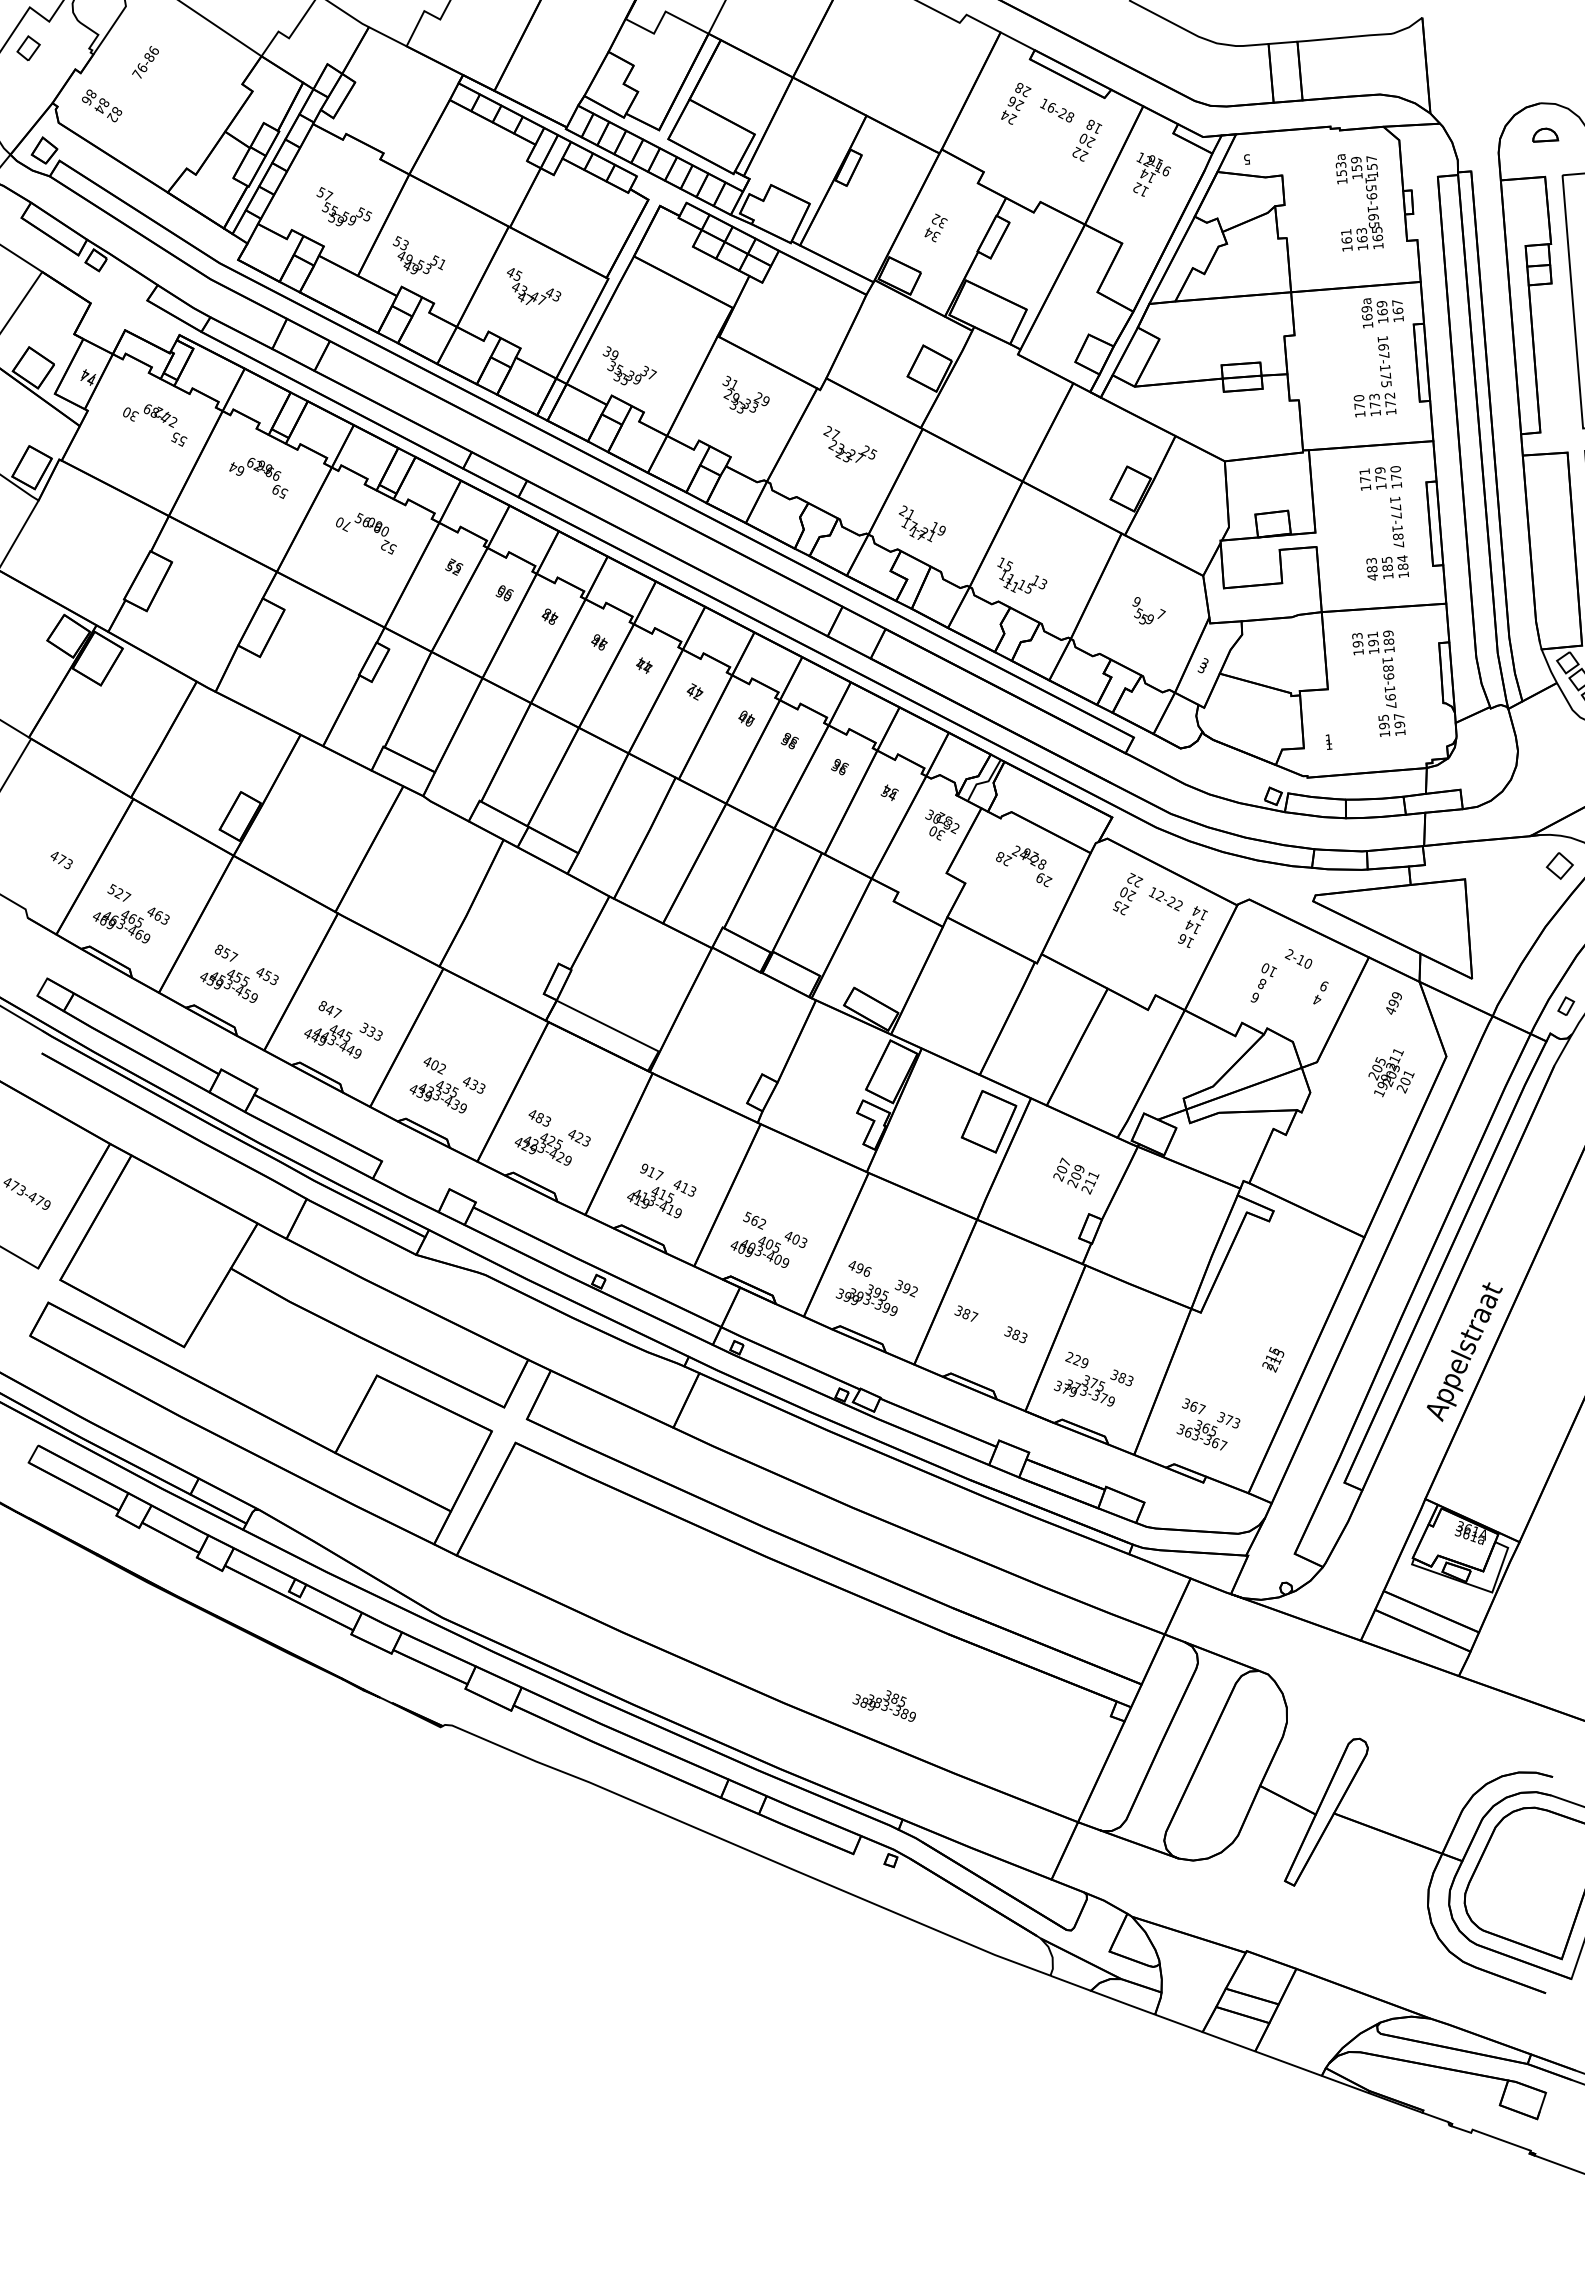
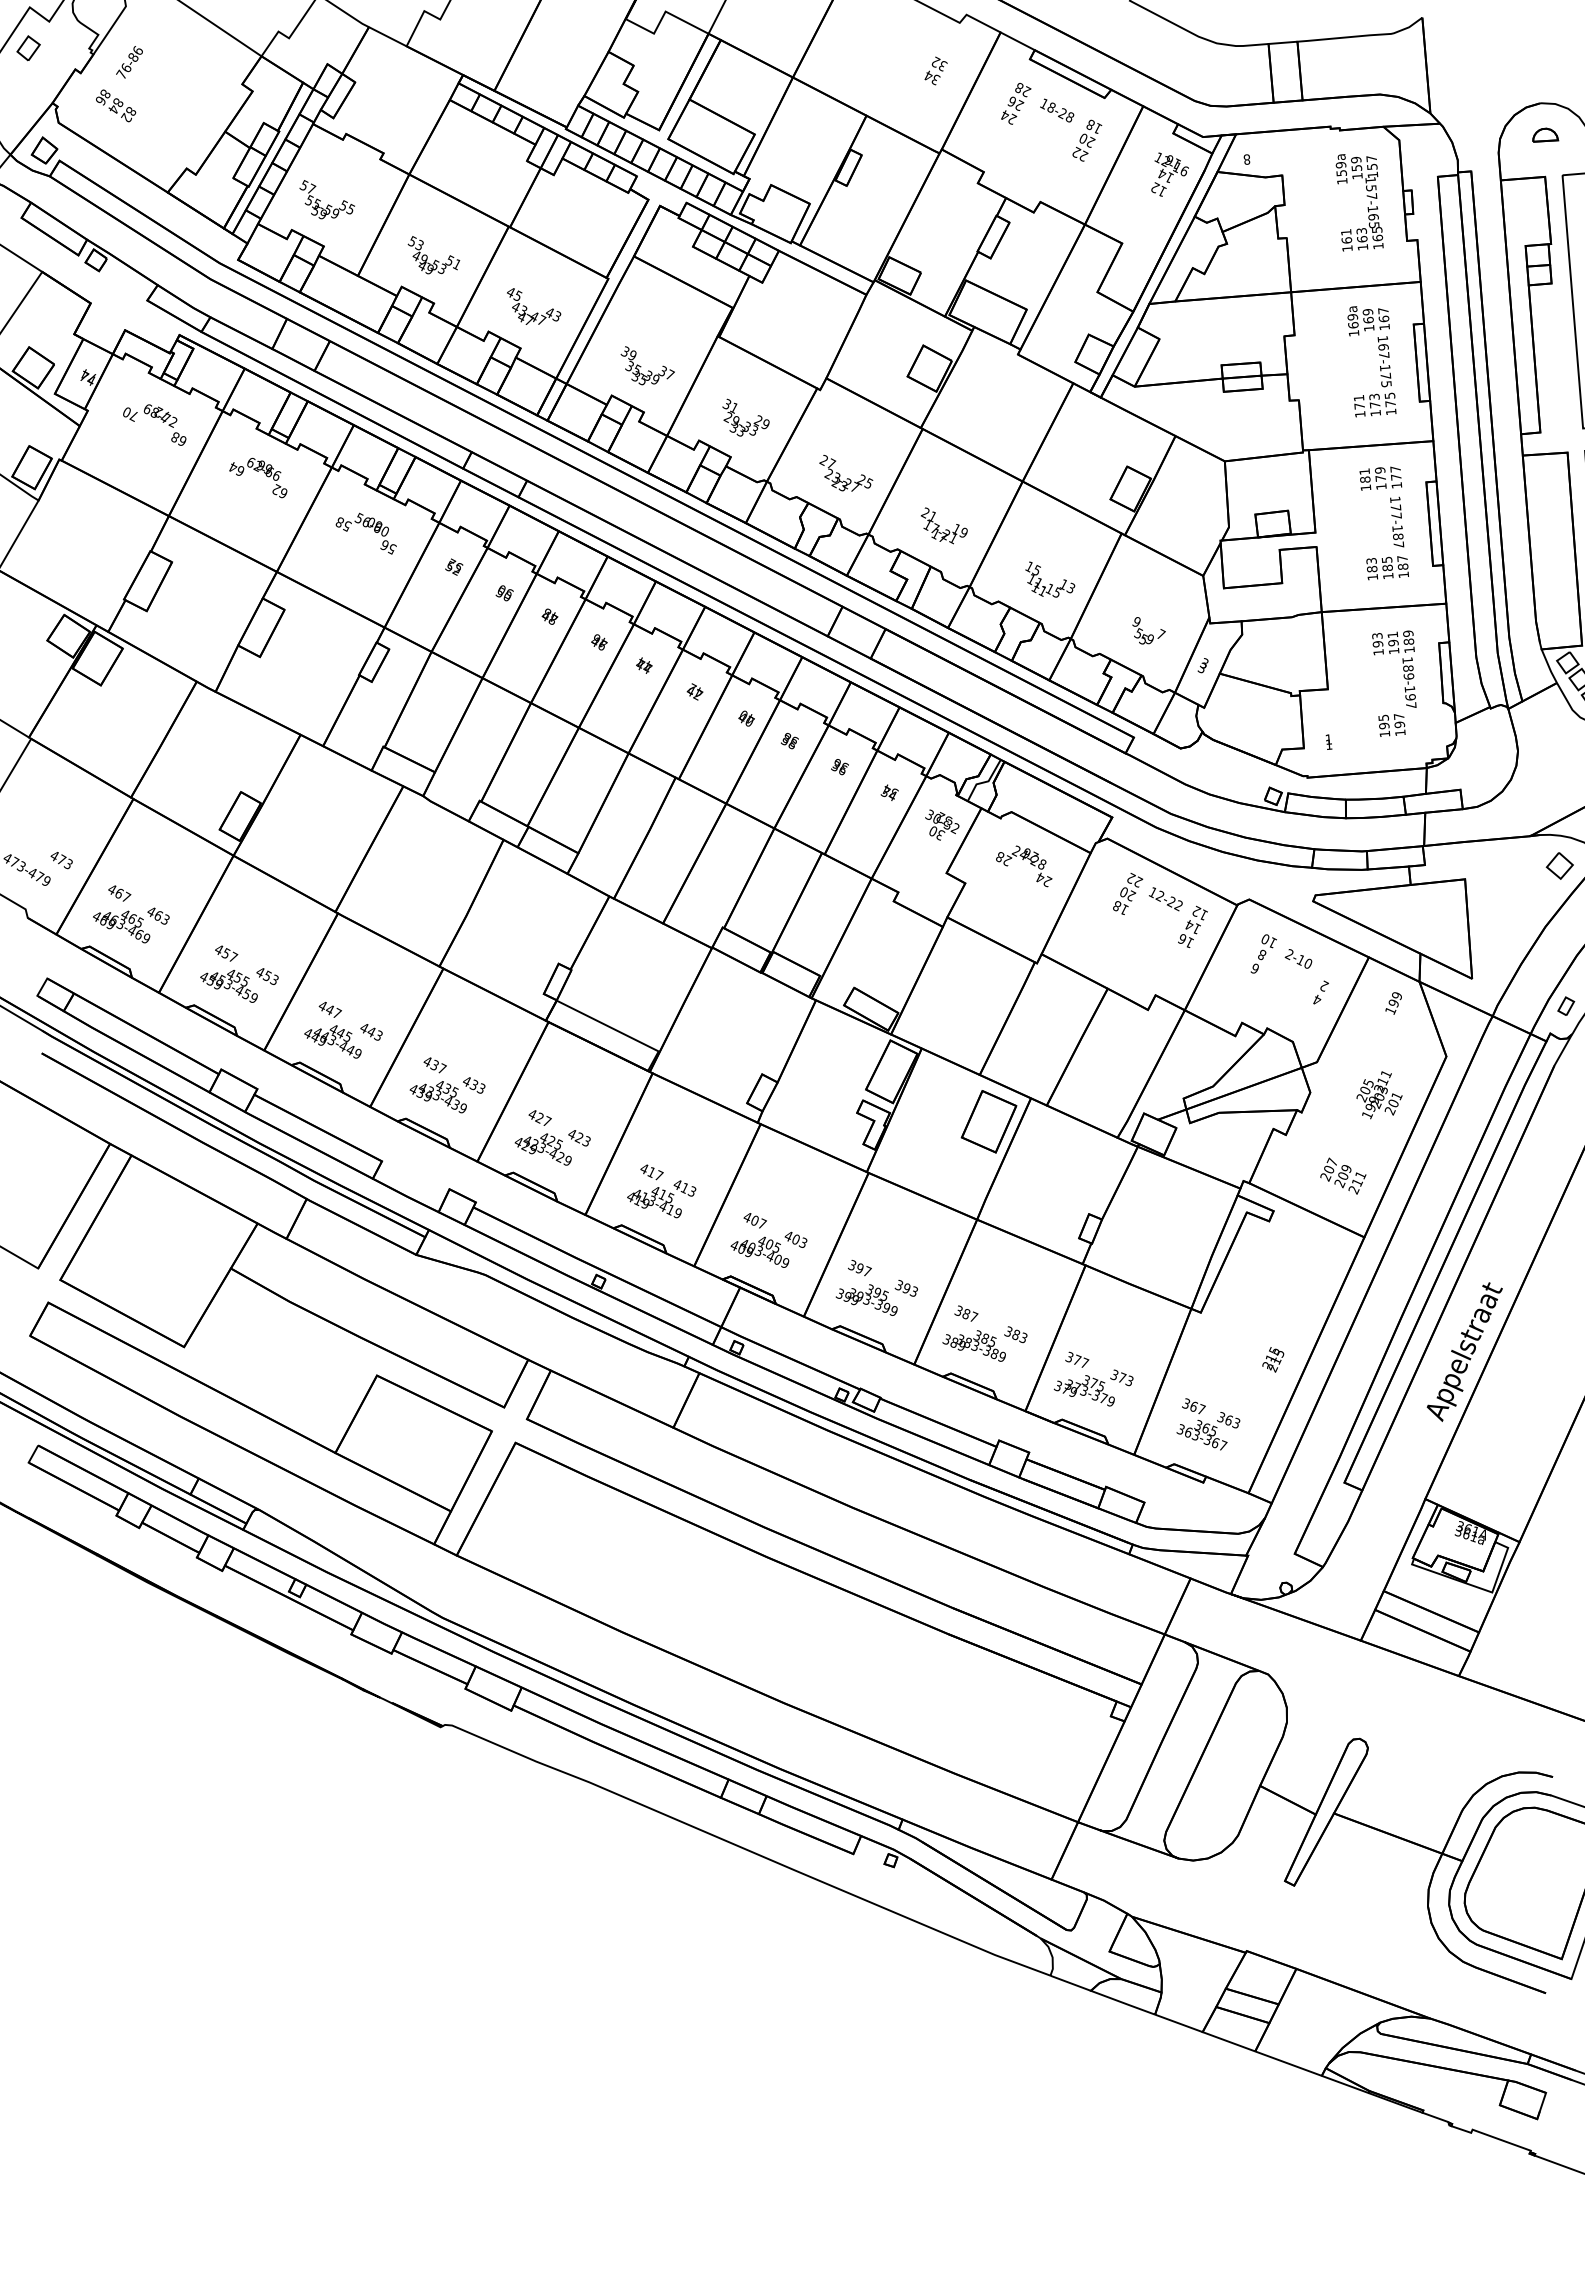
text at (145, 62) position: (145, 62) -> (129, 62)
text at (102, 105) position: (102, 105) -> (116, 105)
text at (1051, 106): 16-28 -> 18-28
text at (1246, 159): 5 -> 8
text at (1341, 165): 153a -> 159a
text at (1151, 174) position: (1151, 174) -> (1169, 174)
text at (1371, 196): 159-165 -> 157-165
text at (343, 206) position: (343, 206) -> (326, 199)
text at (935, 227) position: (935, 227) -> (935, 70)
text at (418, 255) position: (418, 255) -> (433, 255)
text at (534, 286) position: (534, 286) -> (534, 306)
text at (1382, 313) position: (1382, 313) -> (1368, 321)
text at (629, 365) position: (629, 365) -> (647, 365)
text at (745, 394) position: (745, 394) -> (745, 417)
text at (1389, 395): 172 -> 175
text at (1358, 398): 170 -> 171
text at (133, 416): 30 -> 70
text at (179, 439): 55 -> 68
text at (850, 444) position: (850, 444) -> (846, 473)
text at (1395, 469): 170 -> 177
text at (1365, 479): 171 -> 181
text at (280, 491): 59 -> 62
text at (922, 523) position: (922, 523) -> (944, 525)
text at (343, 524): 70 -> 58
text at (384, 544): 52 -> 56
text at (1402, 558): 184 -> 187
text at (1022, 575) position: (1022, 575) -> (1050, 579)
text at (1372, 576): 483 -> 183
text at (1148, 610) position: (1148, 610) -> (1148, 630)
text at (1374, 668) position: (1374, 668) -> (1394, 668)
text at (1040, 877): 29 -> 24
text at (115, 891): 527 -> 467
text at (1121, 908): 25 -> 18
text at (1196, 910): 14 -> 12
text at (218, 949): 857 -> 457
text at (1263, 982) position: (1263, 982) -> (1263, 953)
text at (1324, 985): 9 -> 2
text at (322, 1005): 847 -> 447
text at (1390, 1010): 499 -> 199
text at (367, 1029): 333 -> 443
text at (438, 1066): 402 -> 437
text at (1391, 1073) position: (1391, 1073) -> (1379, 1095)
text at (543, 1119): 483 -> 427
text at (644, 1168): 917 -> 417
text at (1076, 1175) position: (1076, 1175) -> (1343, 1175)
text at (26, 1193) position: (26, 1193) -> (26, 869)
text at (754, 1220): 562 -> 407
text at (859, 1267): 496 -> 397
text at (913, 1291): 392 -> 393
text at (1077, 1360): 229 -> 377
text at (1122, 1377): 383 -> 373
text at (1229, 1419): 373 -> 363
text at (883, 1705) position: (883, 1705) -> (973, 1345)
